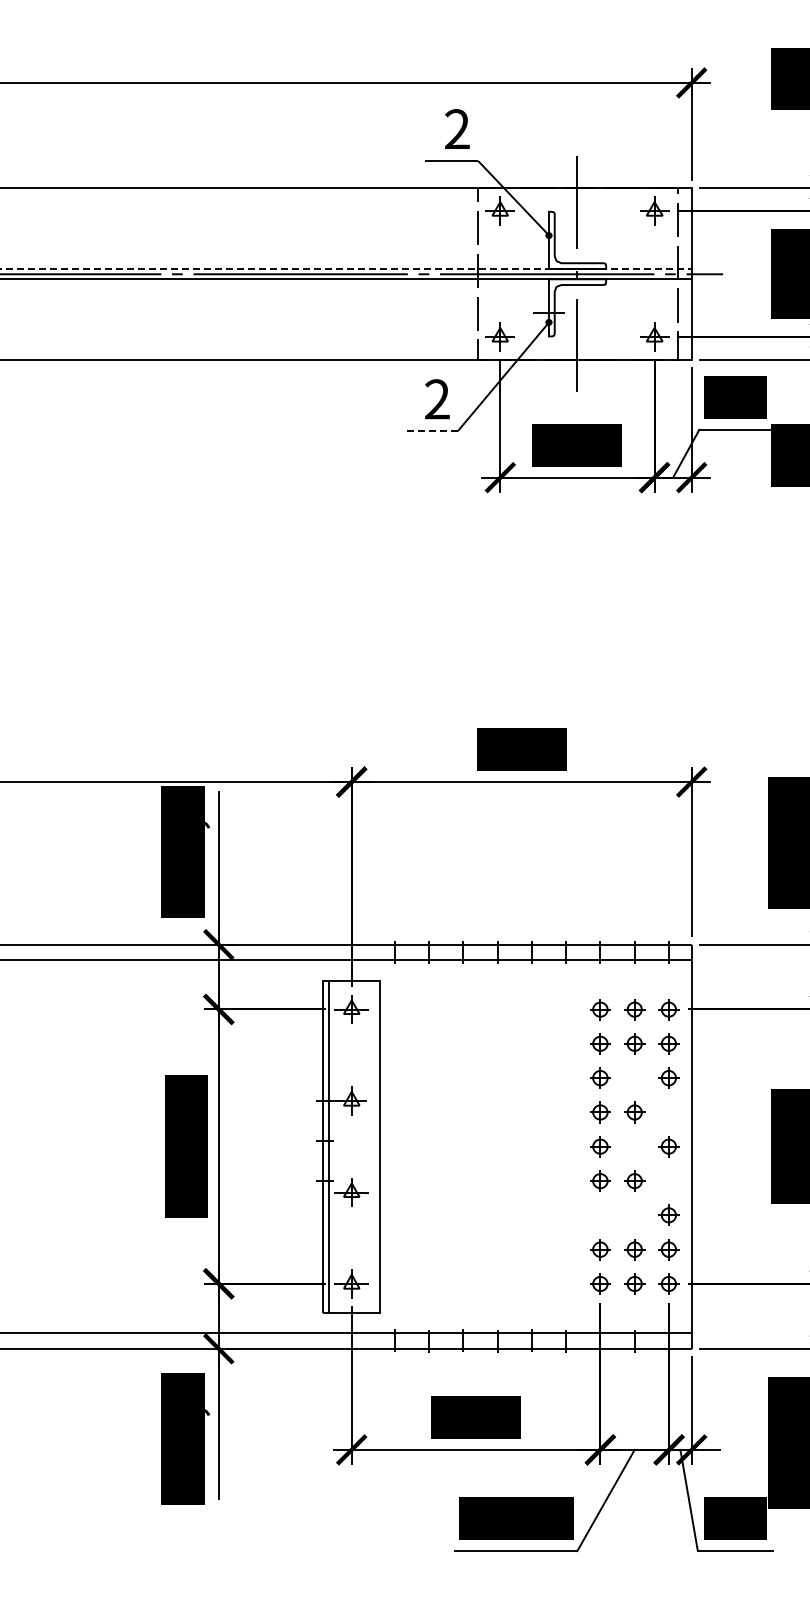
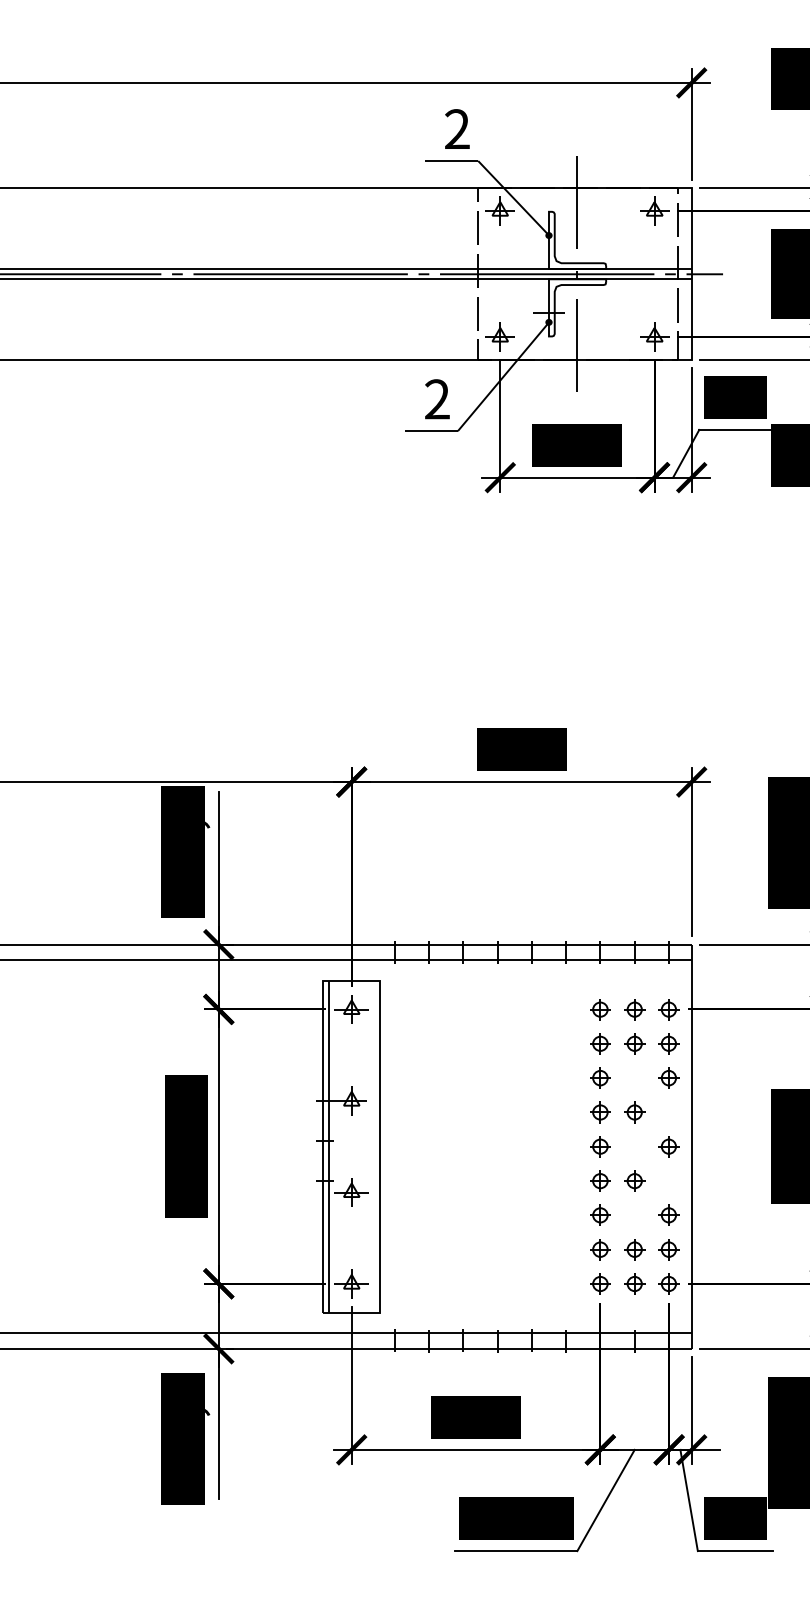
line at (346, 268): dashed -> solid
line at (431, 431): dashed -> solid
part at (600, 1214): none -> present
